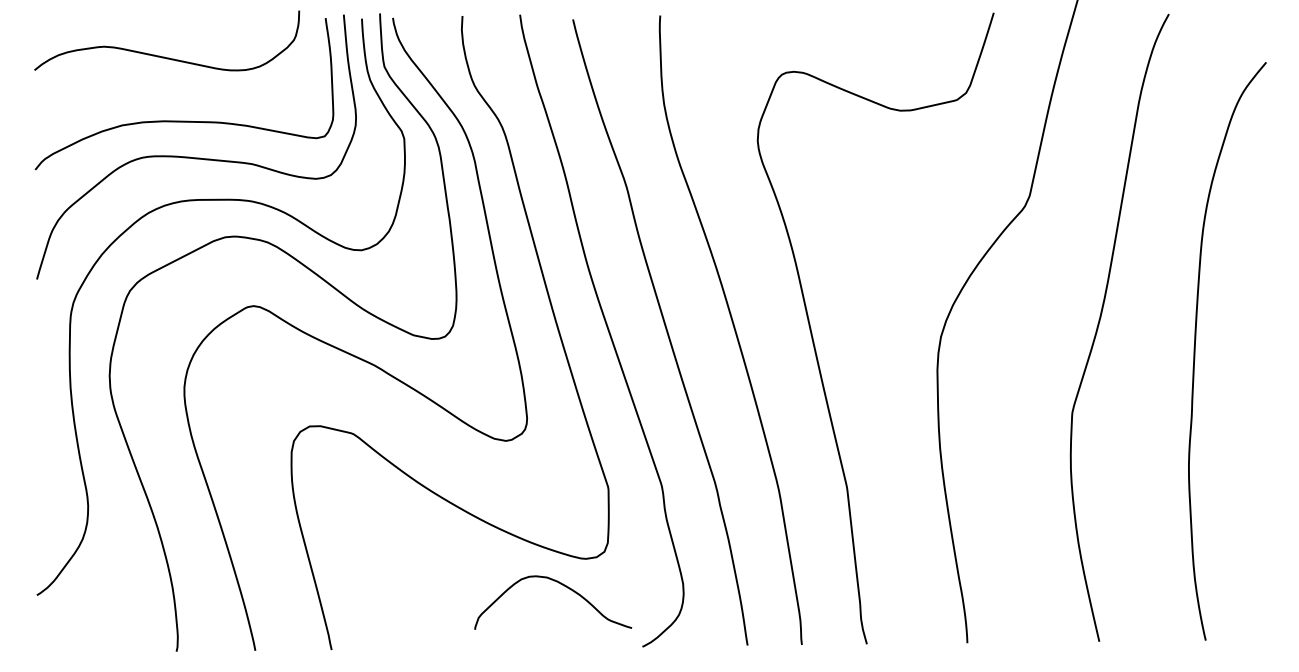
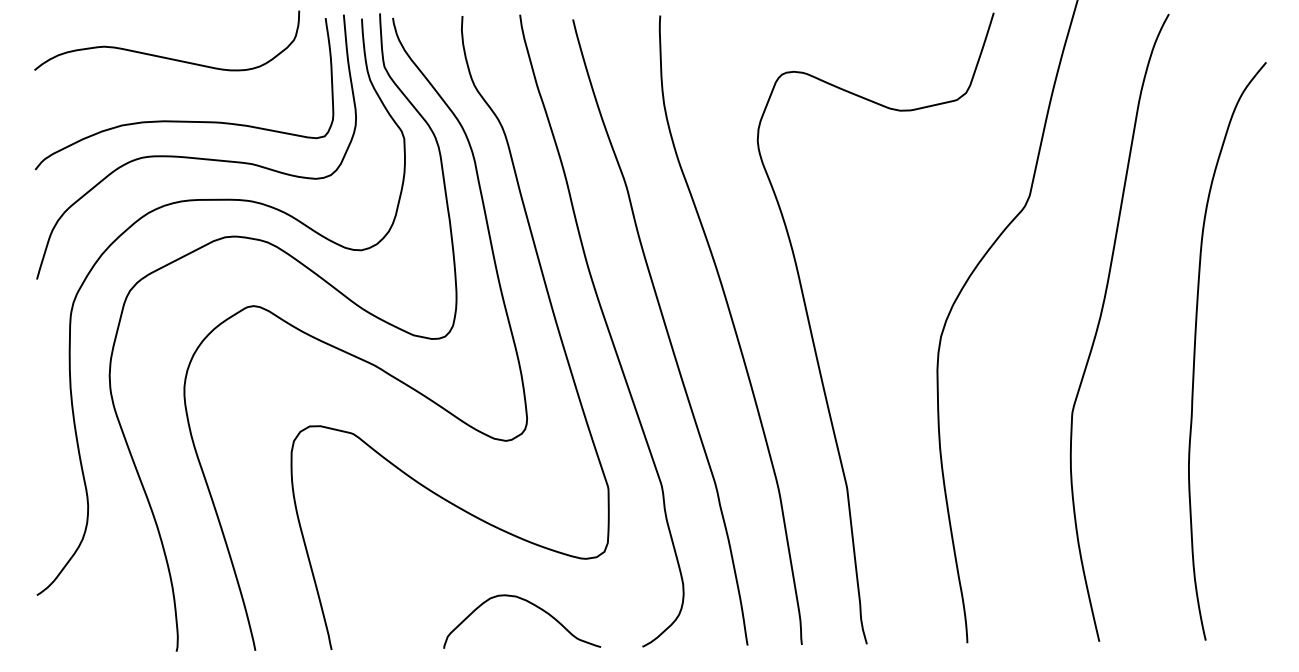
curve at (565, 587) position: (565, 587) -> (534, 606)
